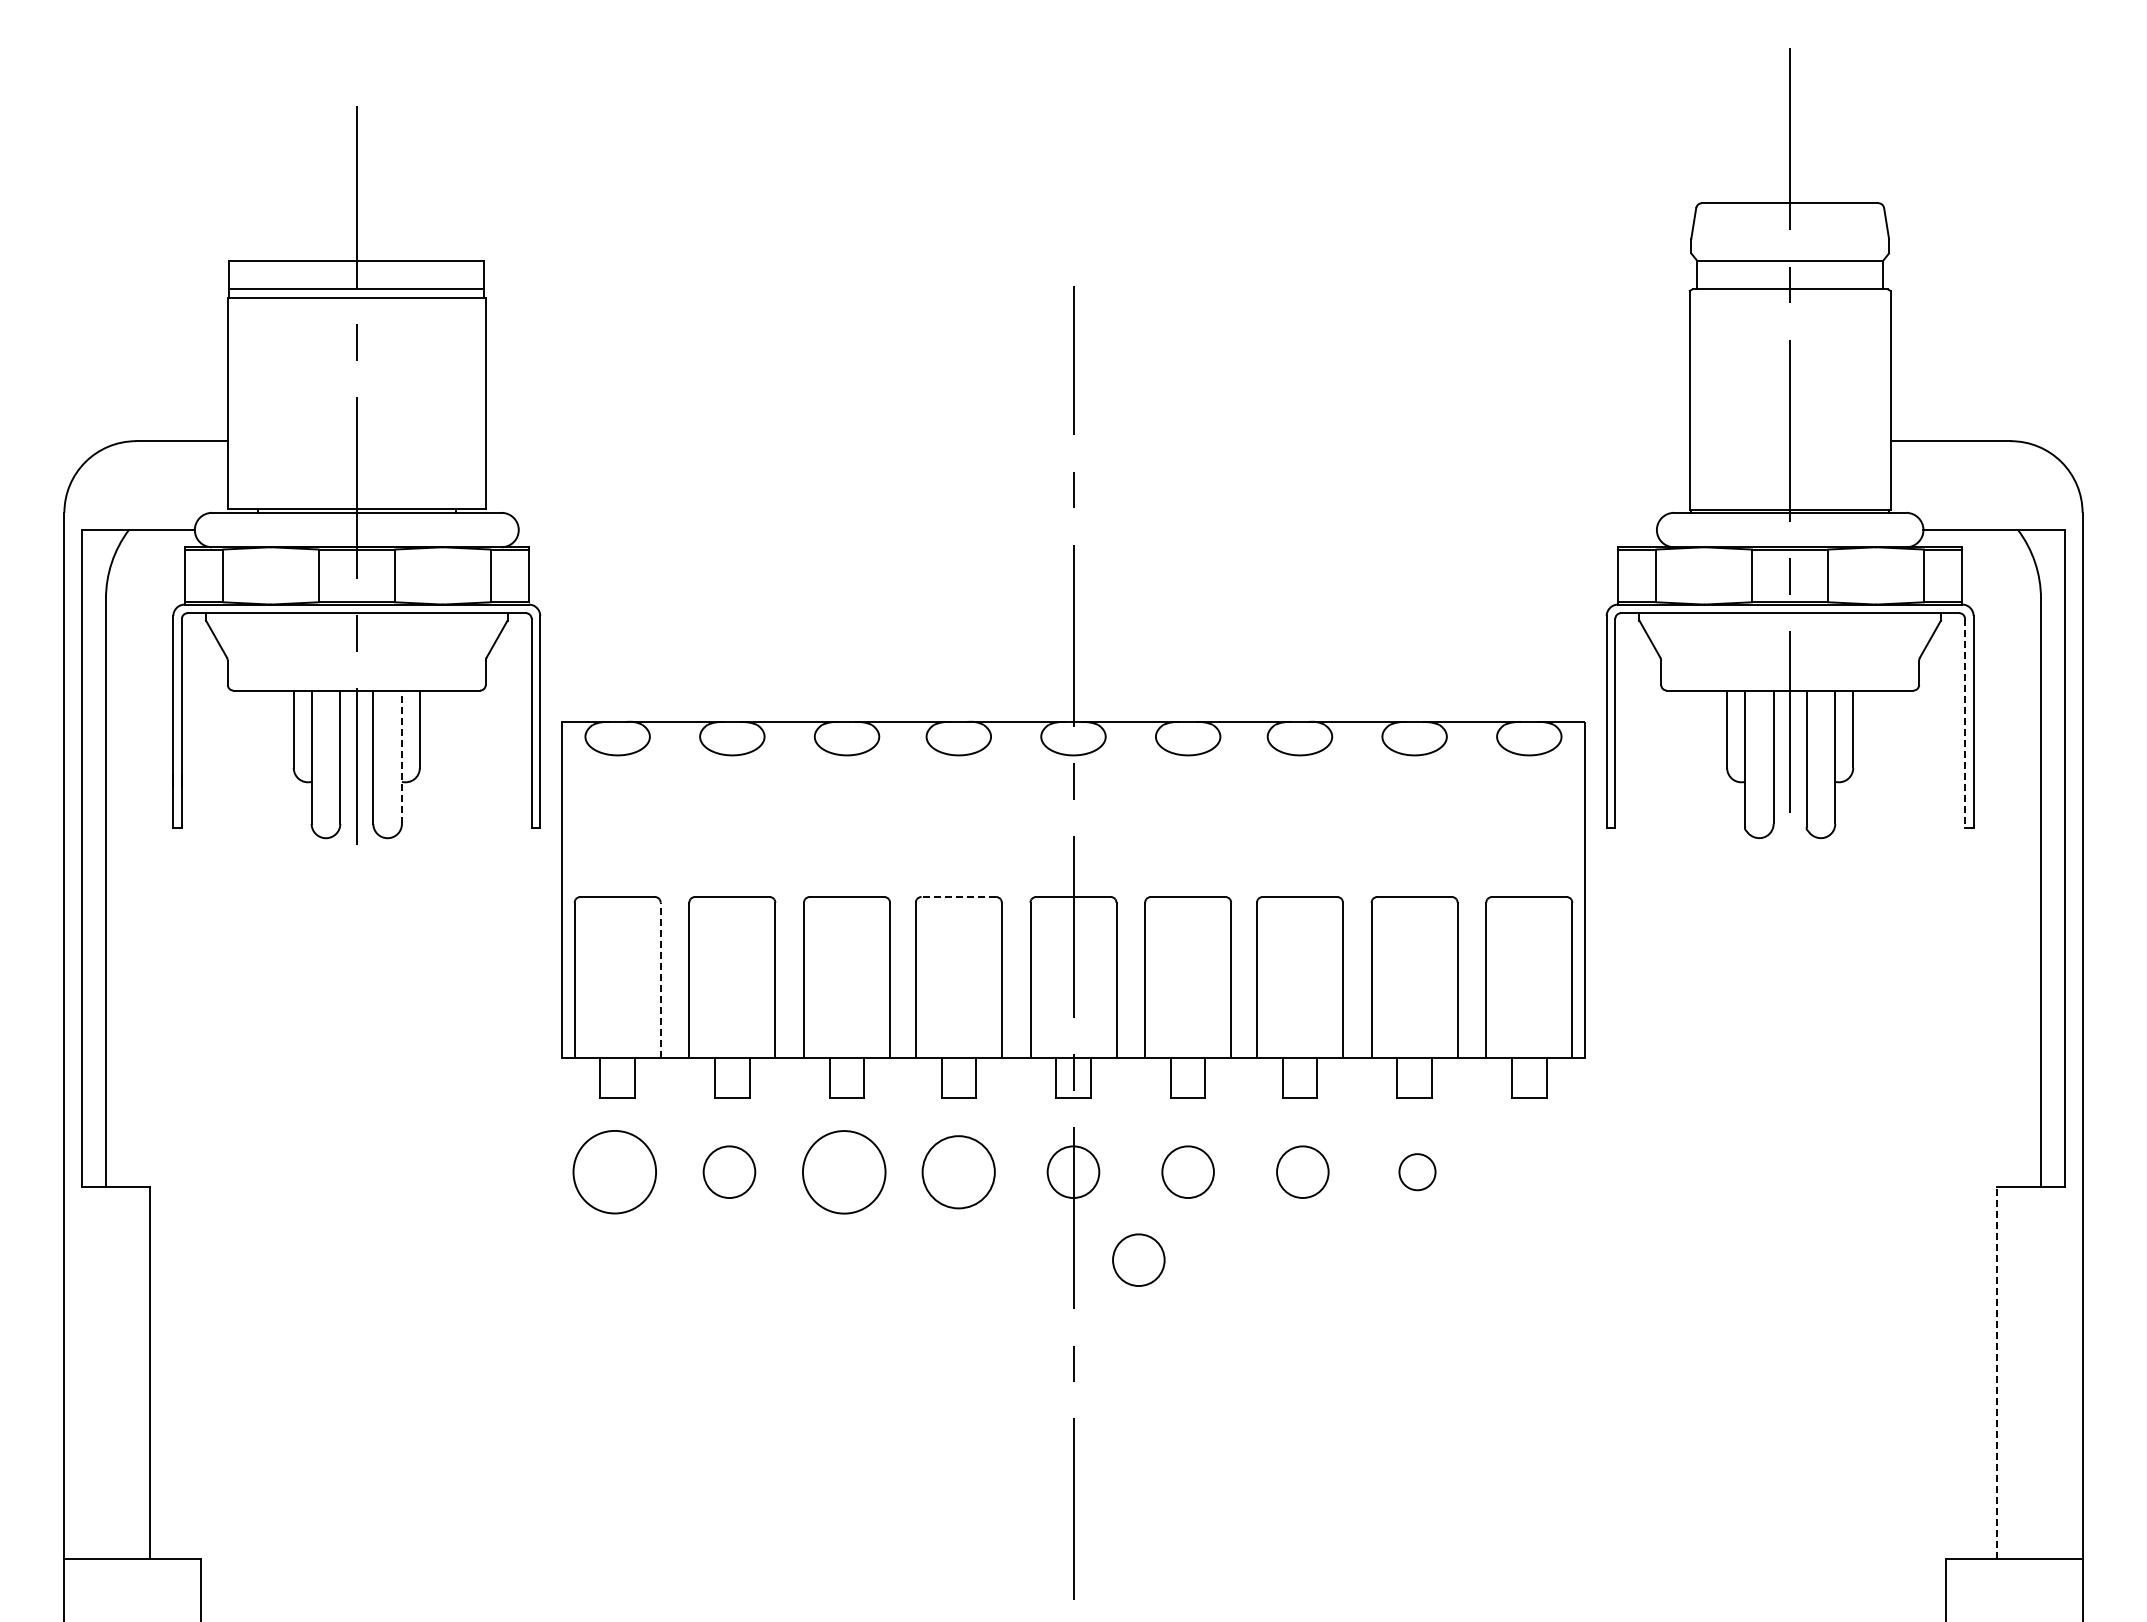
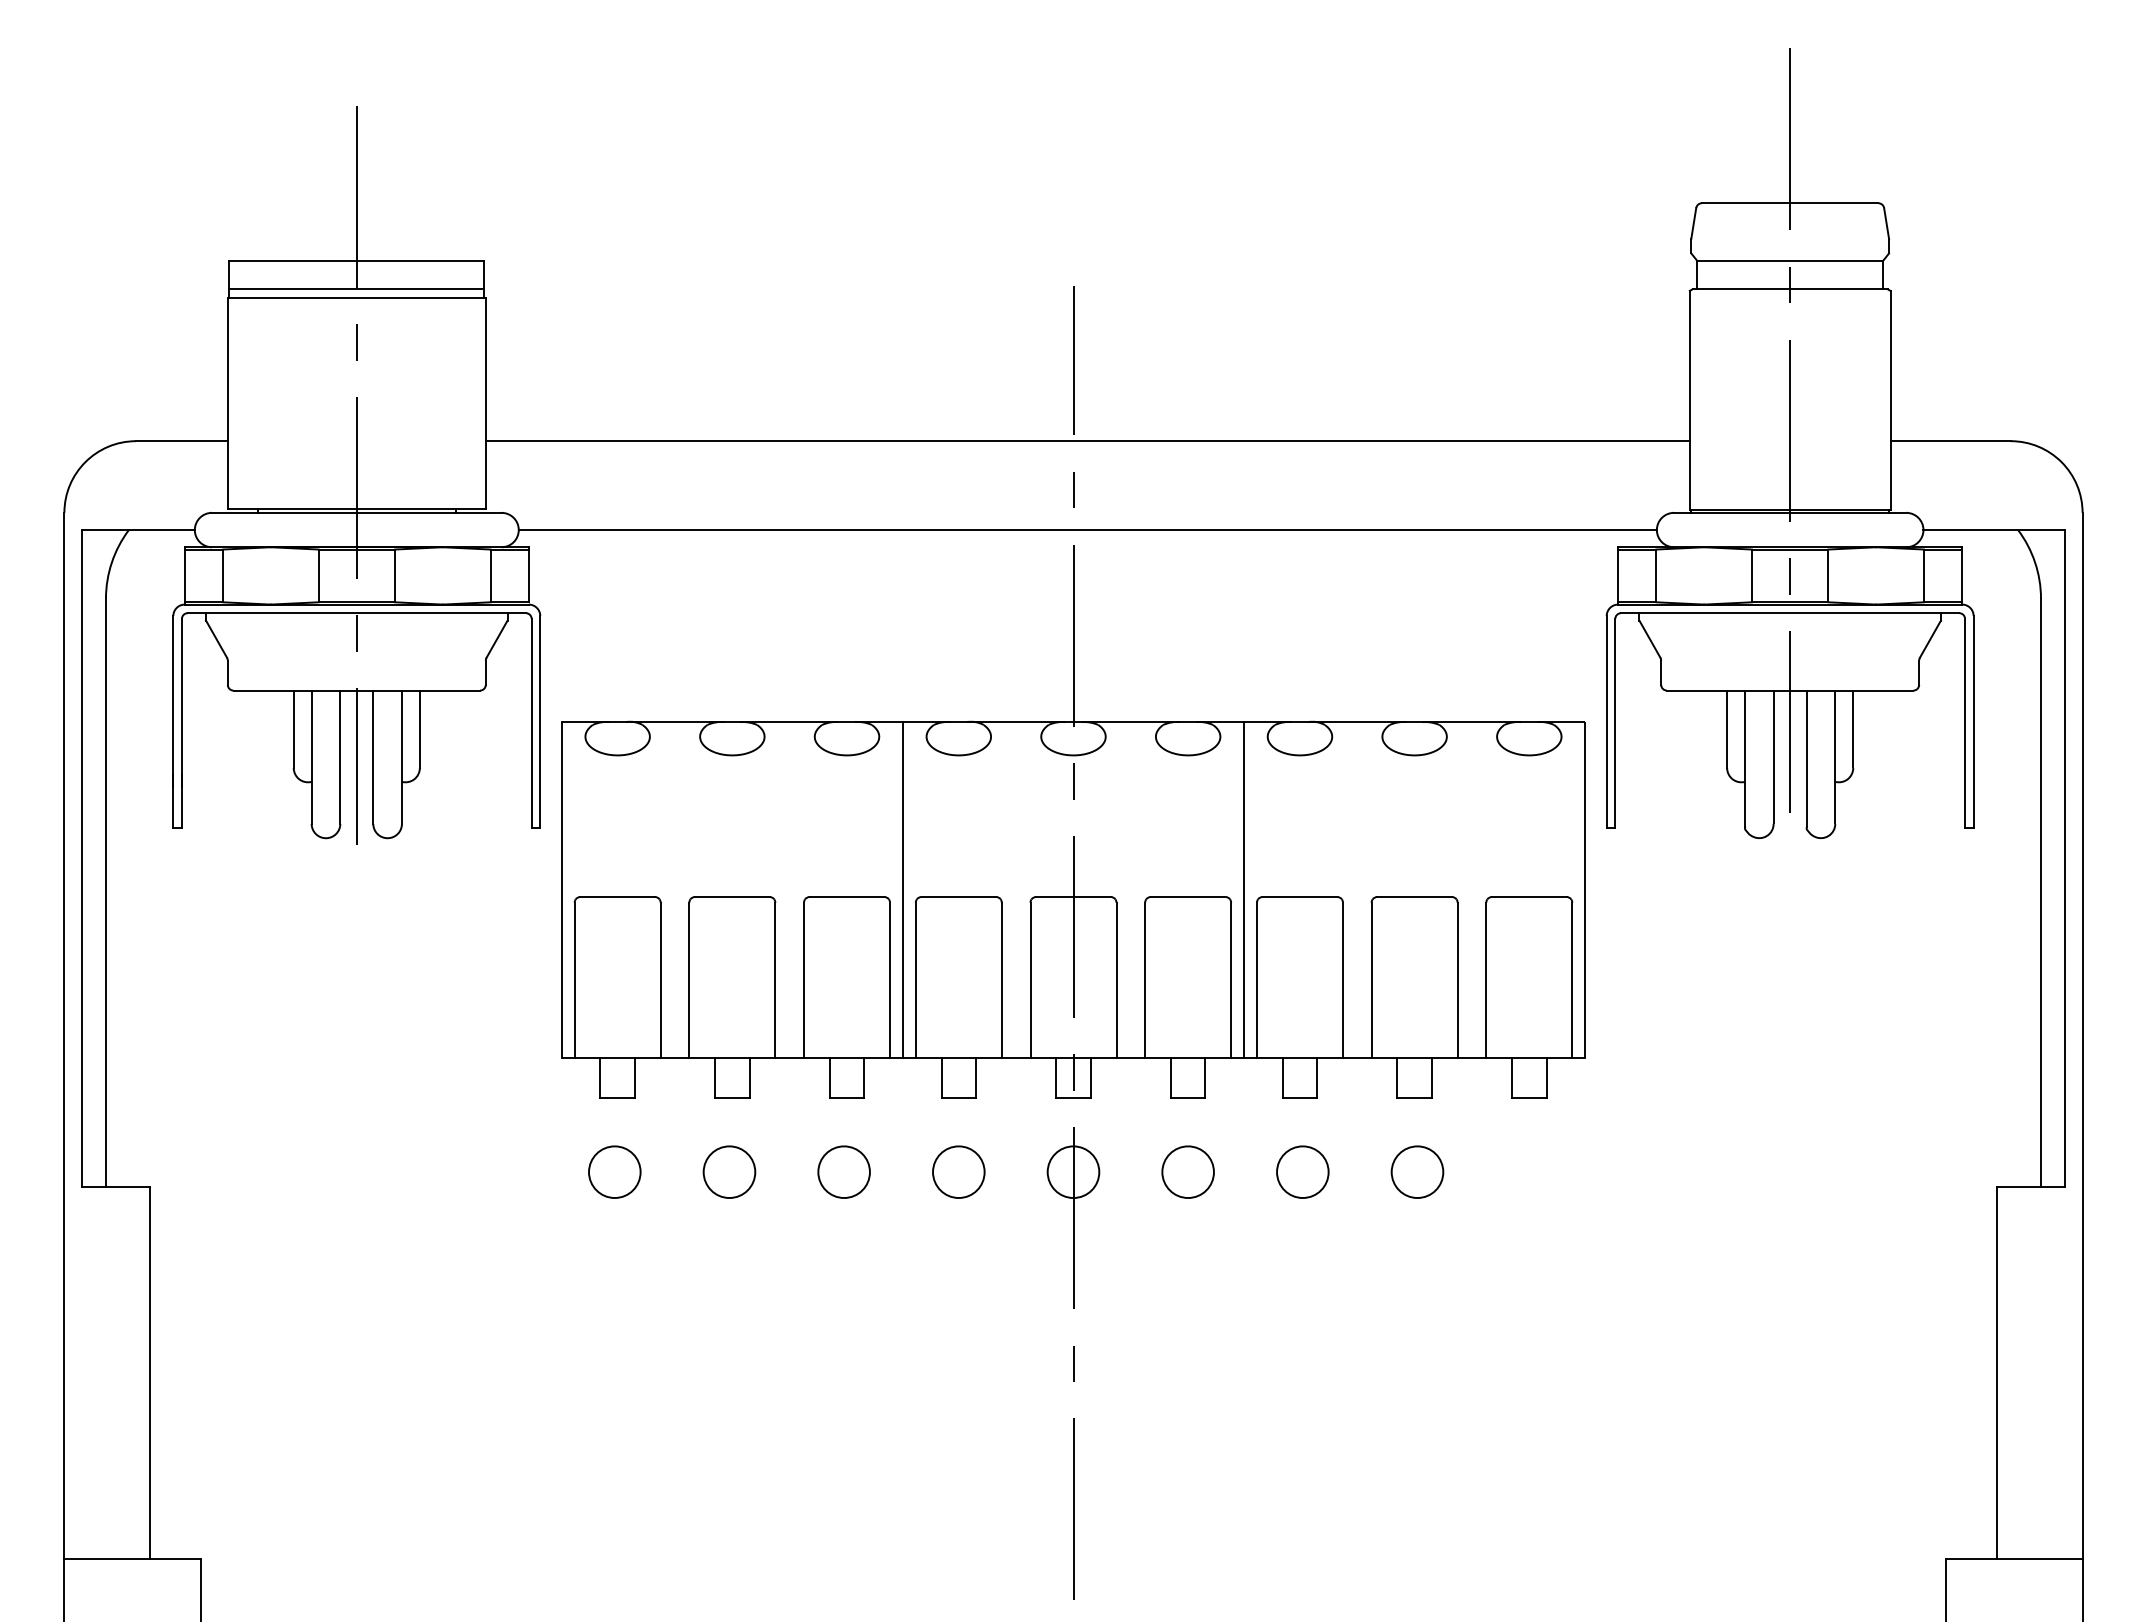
line at (1087, 441): none -> present
line at (1087, 530): none -> present
line at (1965, 723): dashed -> solid
line at (401, 757): dashed -> solid
line at (902, 889): none -> present
line at (1244, 889): none -> present
line at (958, 897): dashed -> solid
line at (660, 979): dashed -> solid
circle at (614, 1171) diameter: 83 px -> 52 px
circle at (844, 1172) size: 85x85 px -> 54x54 px
circle at (958, 1172) size: 75x75 px -> 54x54 px
circle at (1417, 1172) diameter: 36 px -> 52 px
circle at (1138, 1259): present -> none
line at (1996, 1372): dashed -> solid
